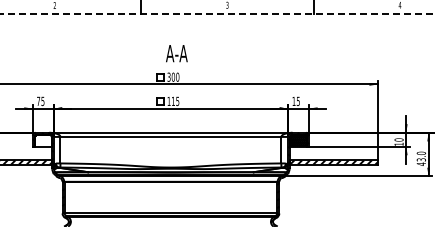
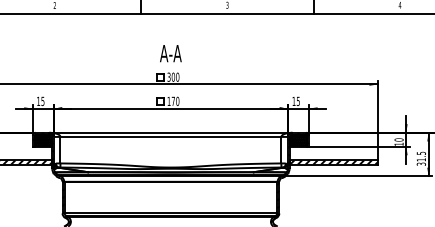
line at (216, 14): dashed -> solid
text at (176, 53) position: (176, 53) -> (170, 53)
text at (38, 100): 75 -> 15
text at (175, 100): 115 -> 170
hatch at (42, 140): none -> present
text at (421, 158): 43.0 -> 31.5
